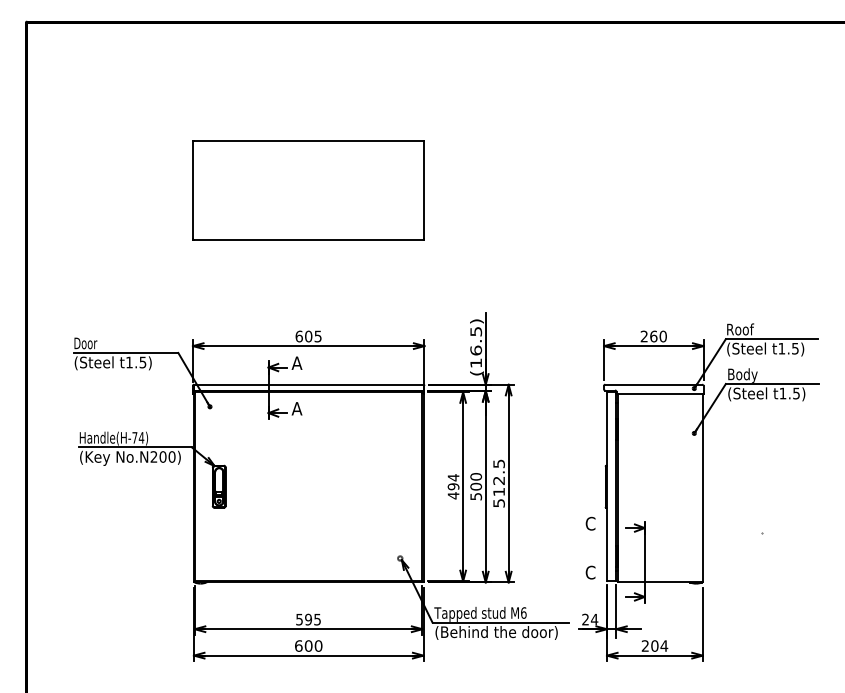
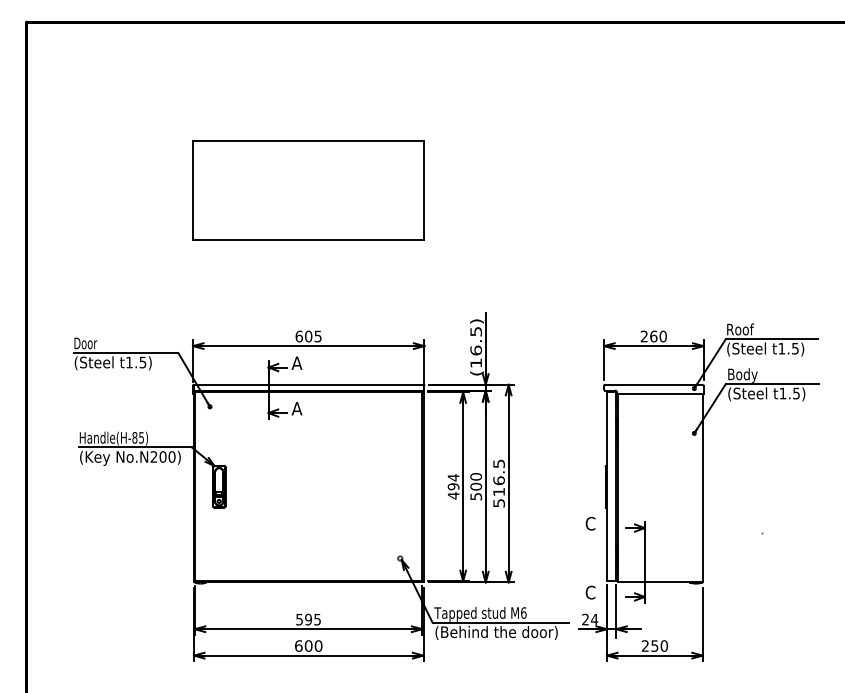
text at (138, 437): Handle(H-74) -> Handle(H-85)
text at (498, 480): 512.5 -> 516.5
text at (590, 572) position: (590, 572) -> (590, 592)
text at (659, 645): 204 -> 250
